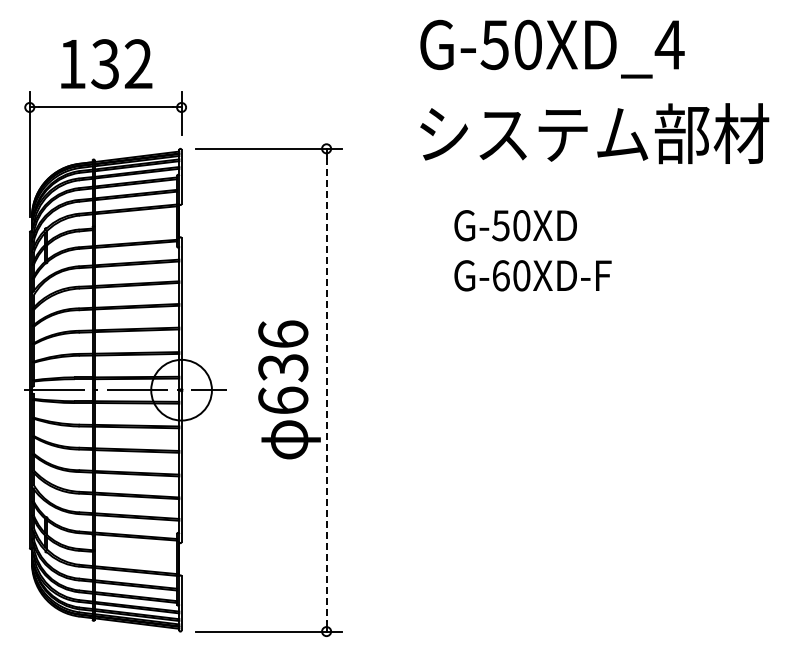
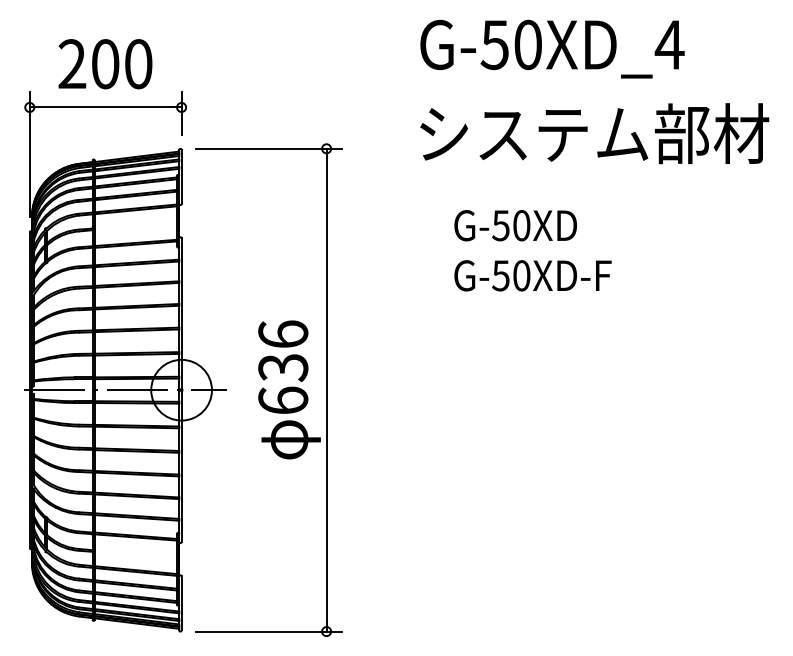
text at (105, 64): 132 -> 200
text at (500, 275): G-60XD-F -> G-50XD-F
line at (326, 390): dashed -> solid
